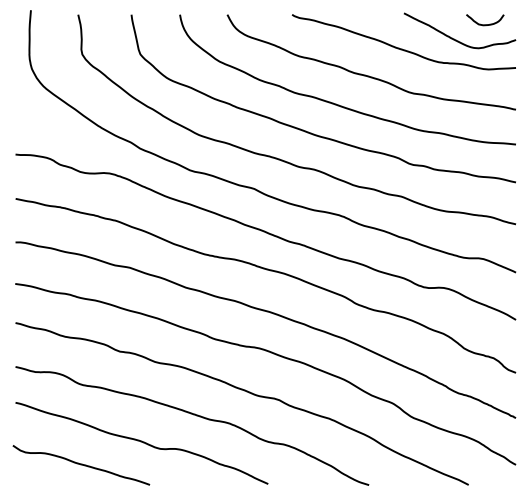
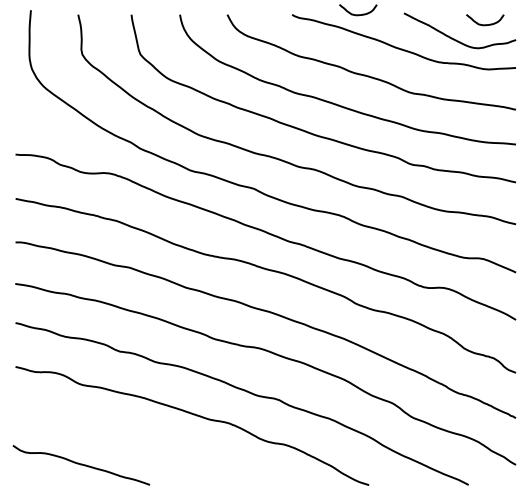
curve at (358, 14): none -> present
curve at (141, 442): present -> none
